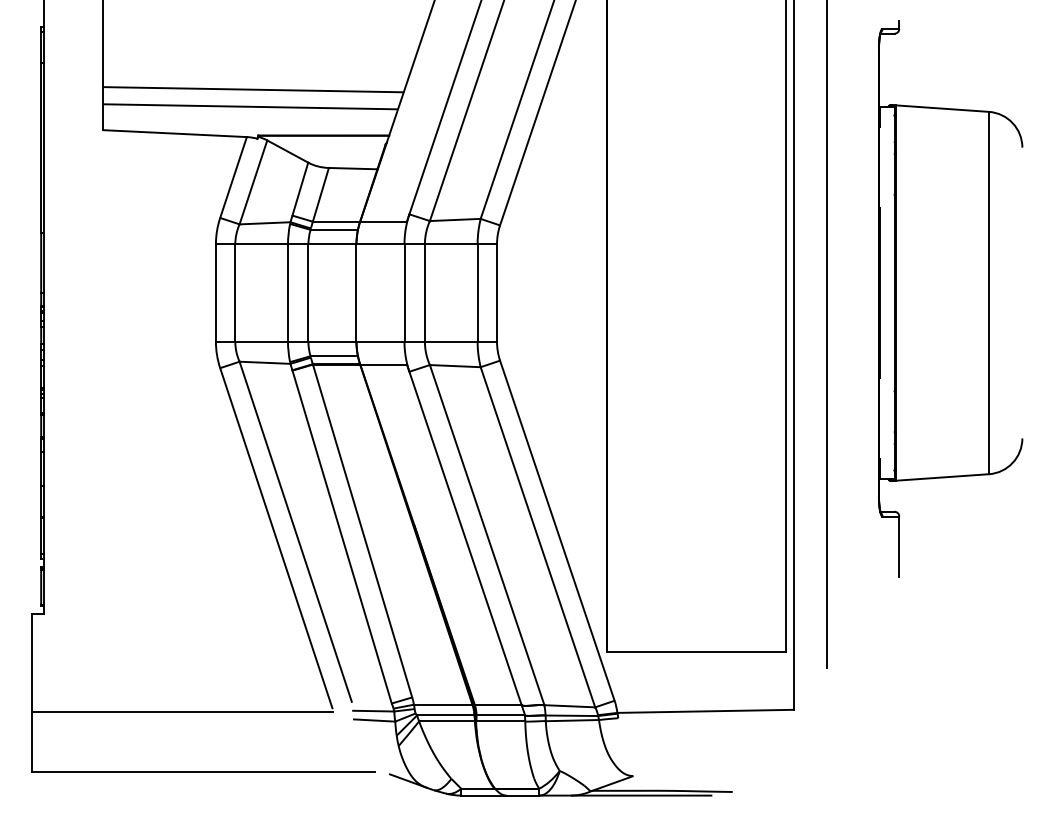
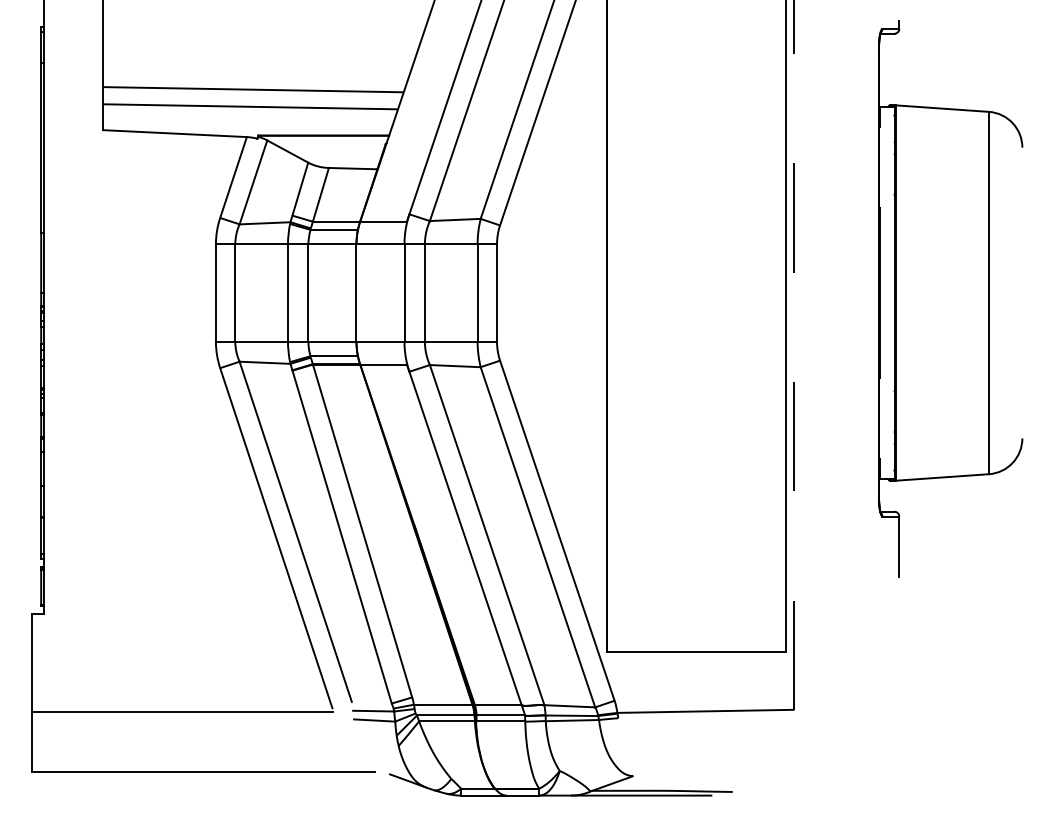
line at (826, 334): present -> none
line at (793, 355): solid -> dashed
